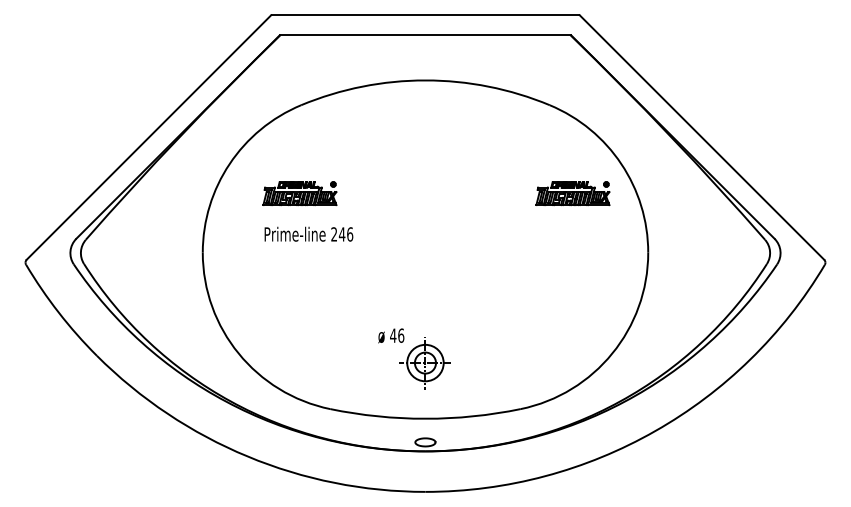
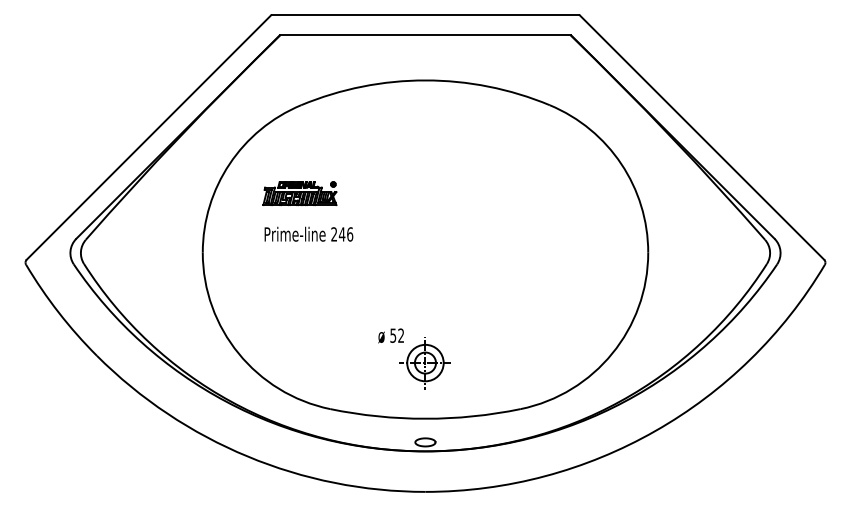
part at (572, 193): present -> none
text at (397, 335): 46 -> 52
